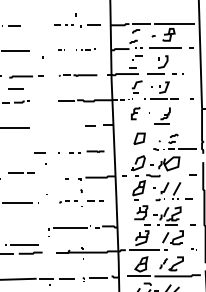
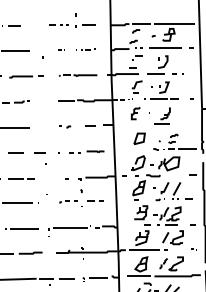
part at (77, 25) position: (77, 25) -> (72, 25)
line at (15, 88) position: (15, 88) -> (15, 152)
part at (65, 126): none -> present
line at (21, 172) position: (21, 172) -> (21, 178)
line at (21, 244) position: (21, 244) -> (21, 228)
